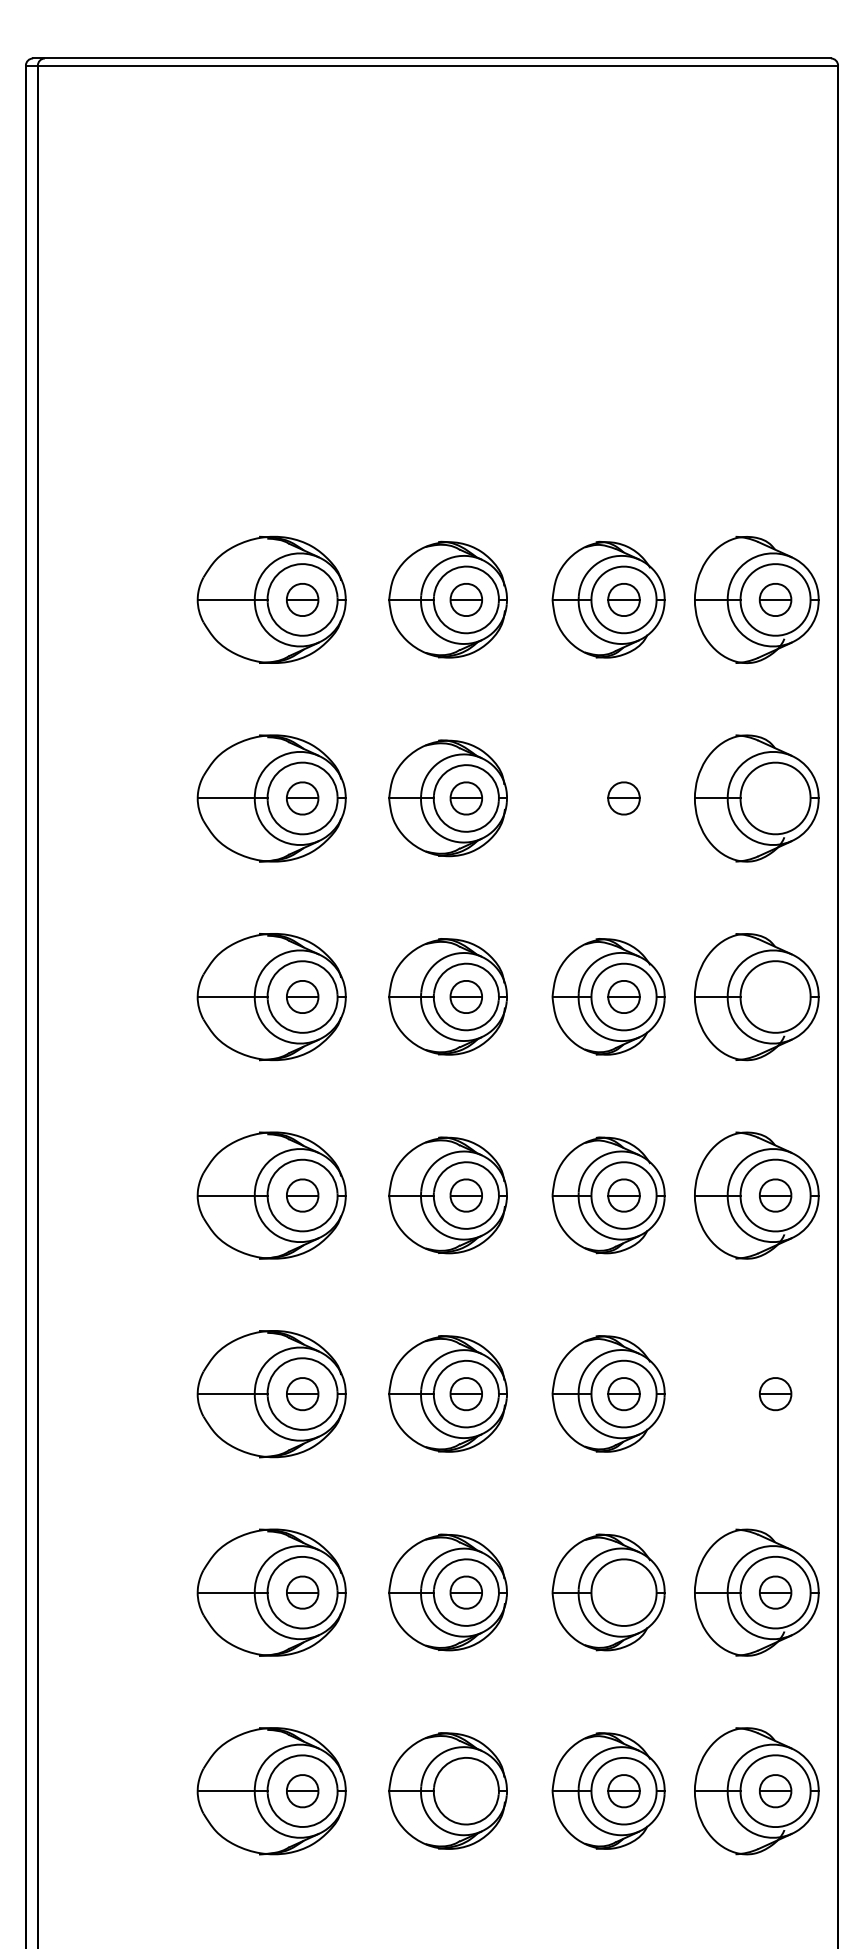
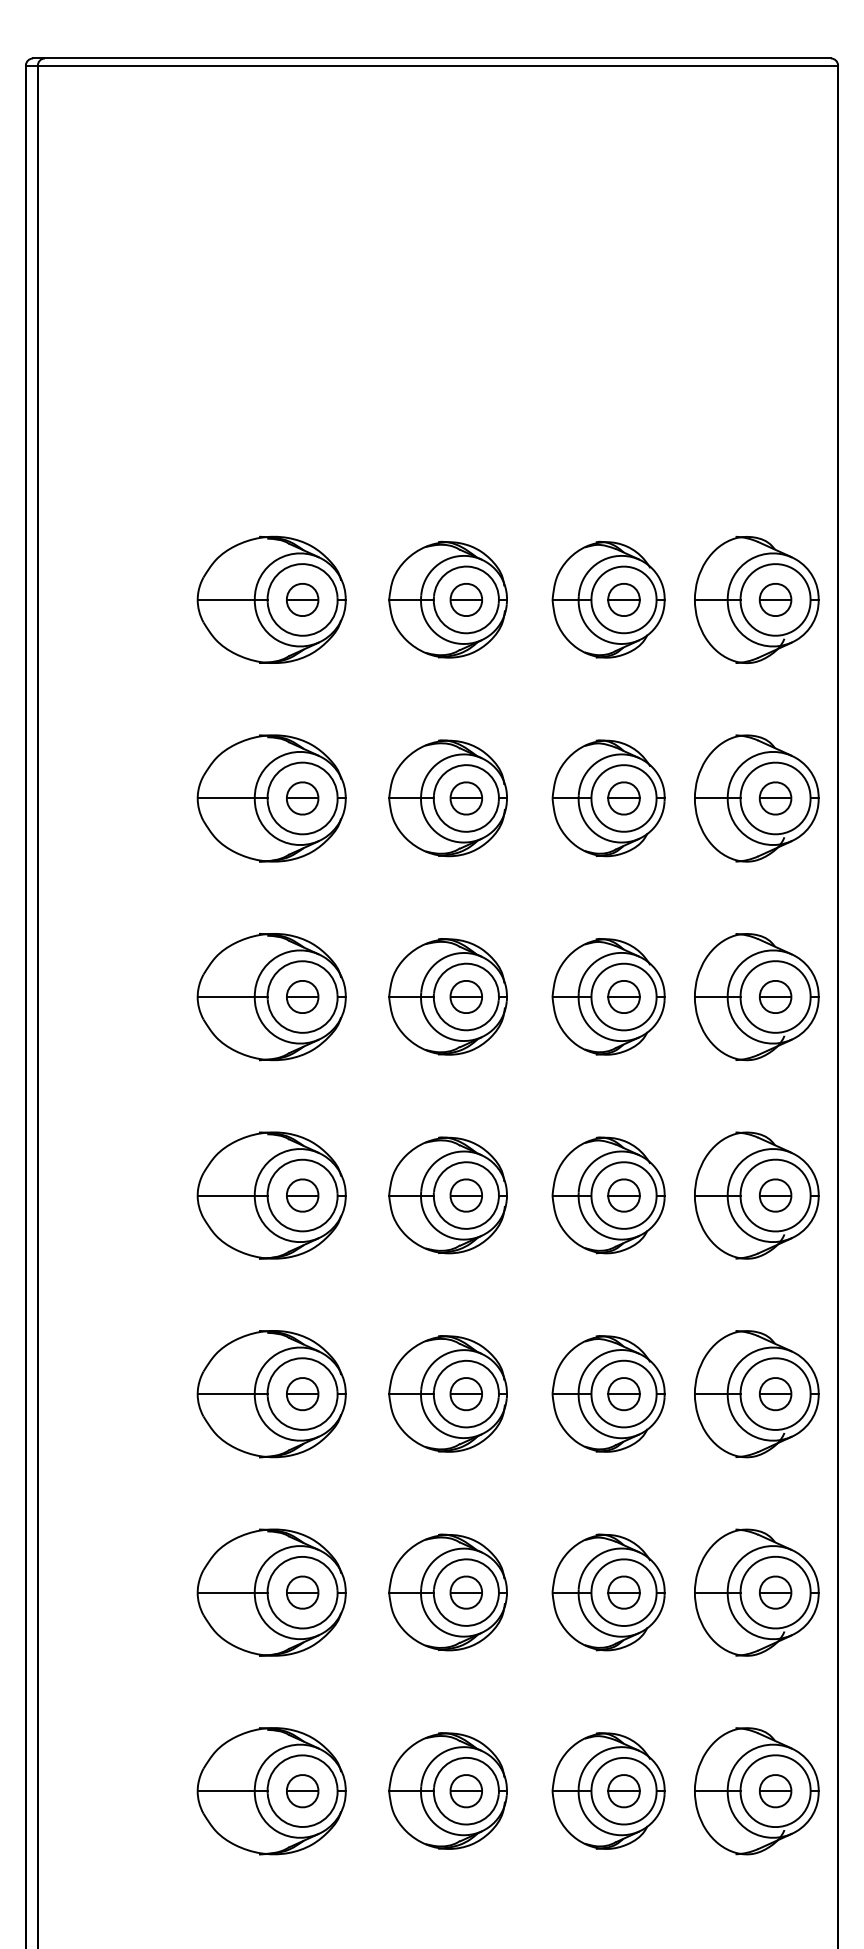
part at (608, 798): none -> present
part at (775, 798): none -> present
part at (775, 996): none -> present
part at (756, 1394): none -> present
part at (623, 1592): none -> present
part at (465, 1791): none -> present
